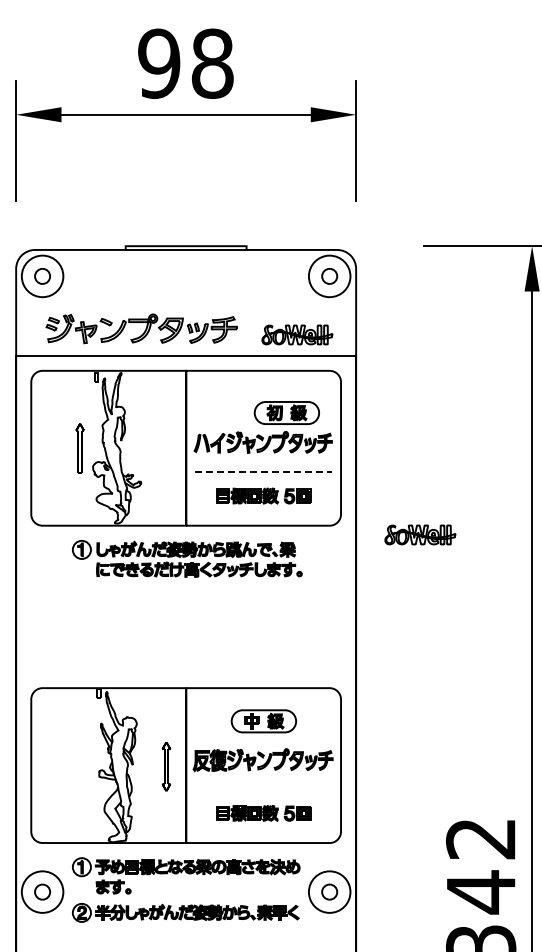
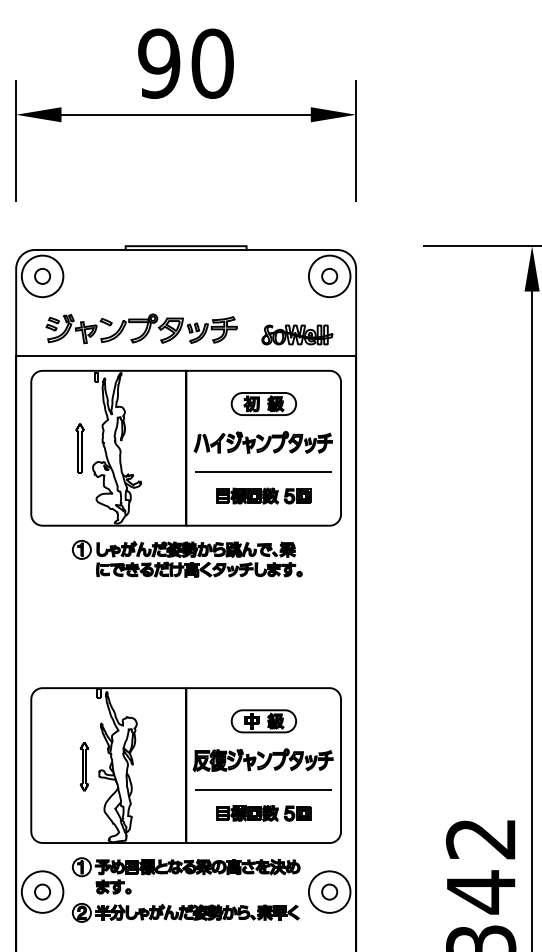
text at (212, 63): 98 -> 90
part at (286, 412) position: (286, 412) -> (263, 403)
line at (263, 472): dashed -> solid
part at (420, 534): present -> none
part at (165, 766) position: (165, 766) -> (83, 766)
line at (263, 789): none -> present
